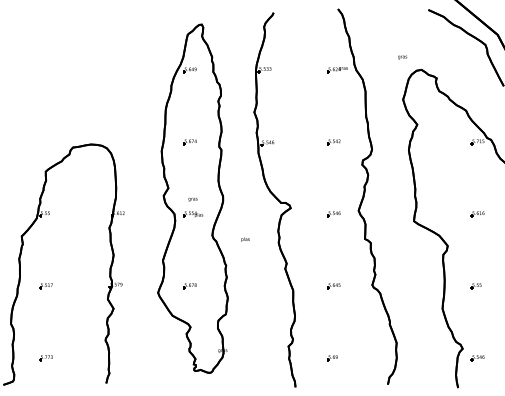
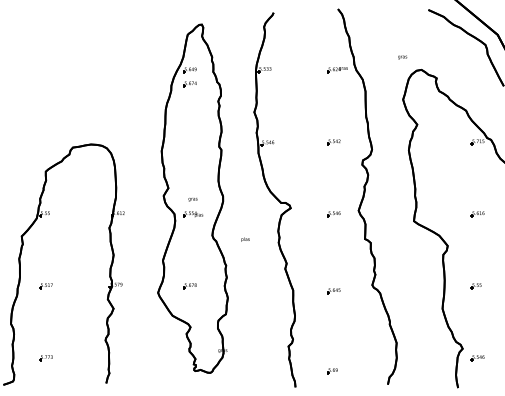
part at (189, 142) position: (189, 142) -> (189, 84)
part at (333, 286) position: (333, 286) -> (333, 291)
part at (332, 358) position: (332, 358) -> (332, 371)
